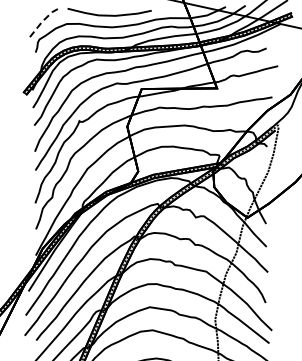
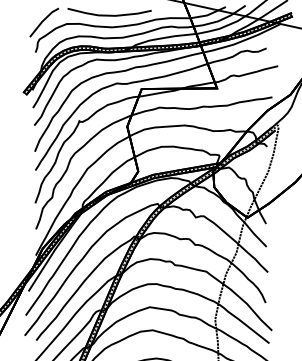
line at (43, 20): dashed -> solid
